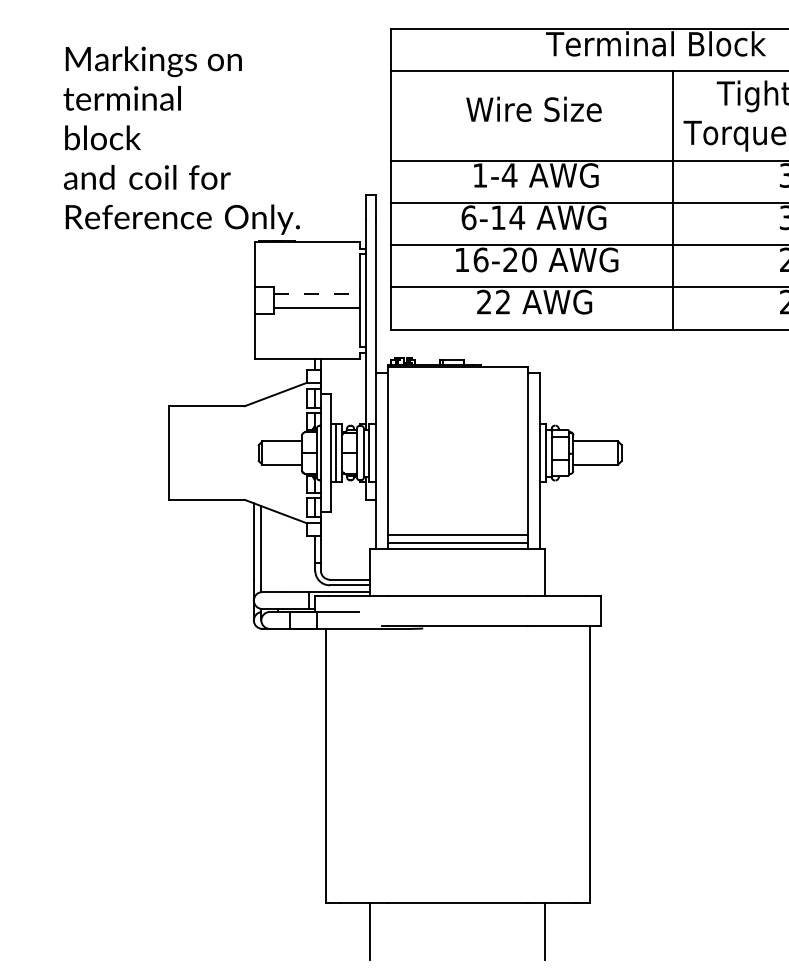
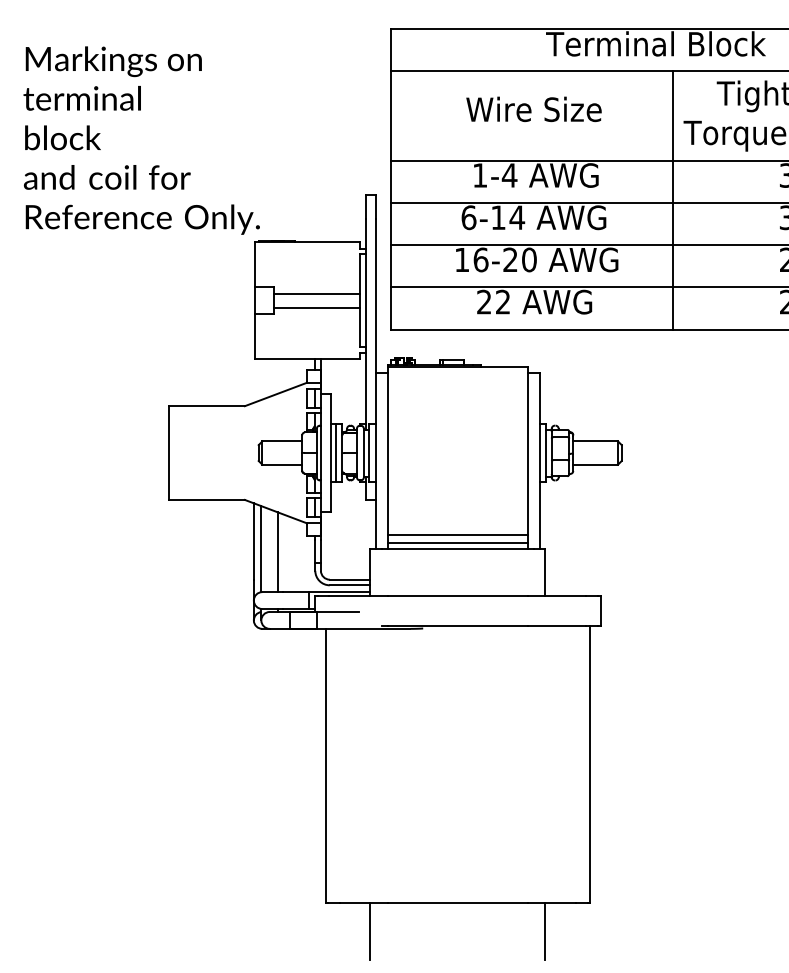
text at (181, 140) position: (181, 140) -> (141, 140)
line at (317, 293): dashed -> solid
line at (278, 552): none -> present
